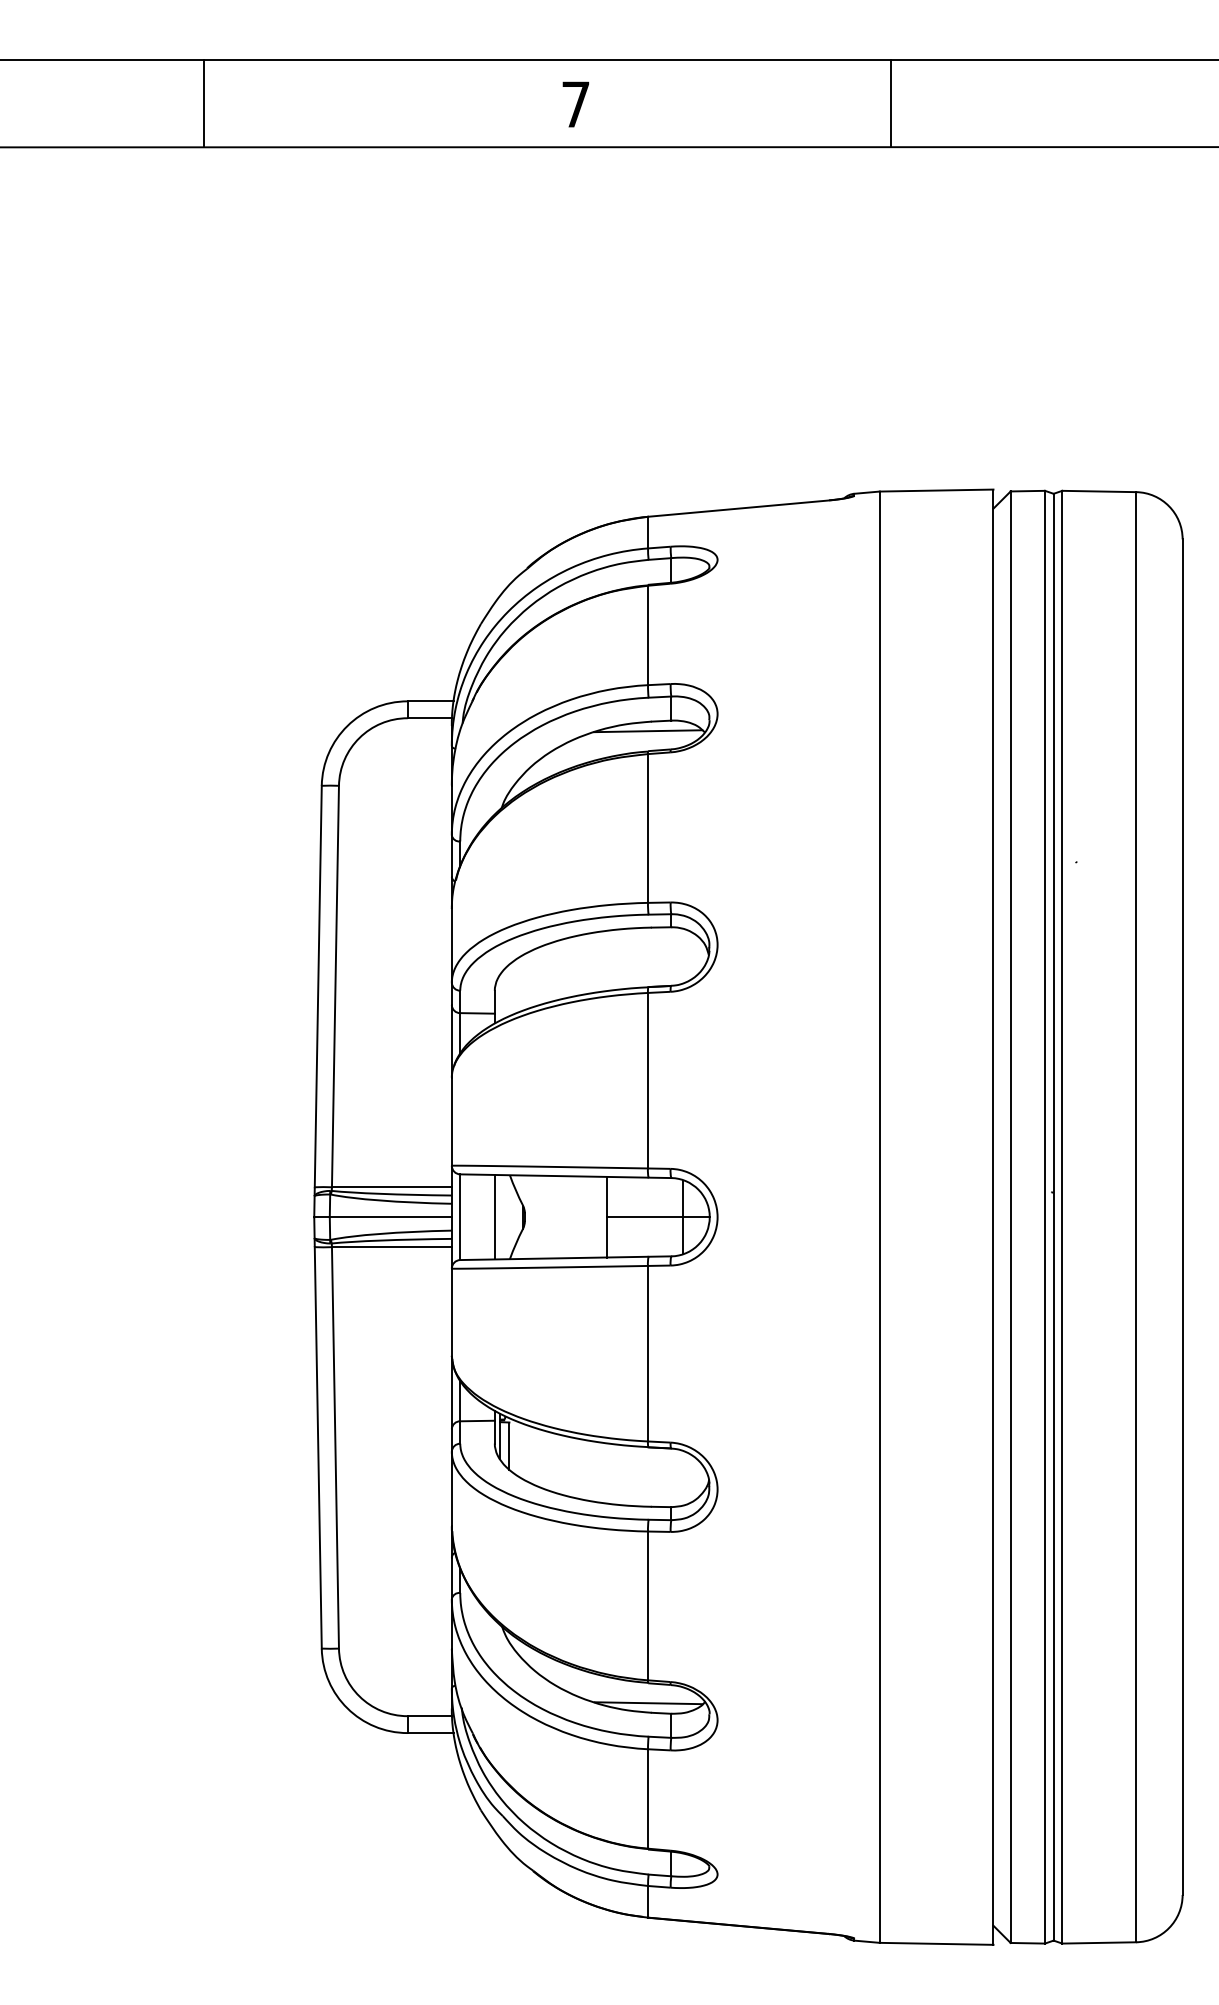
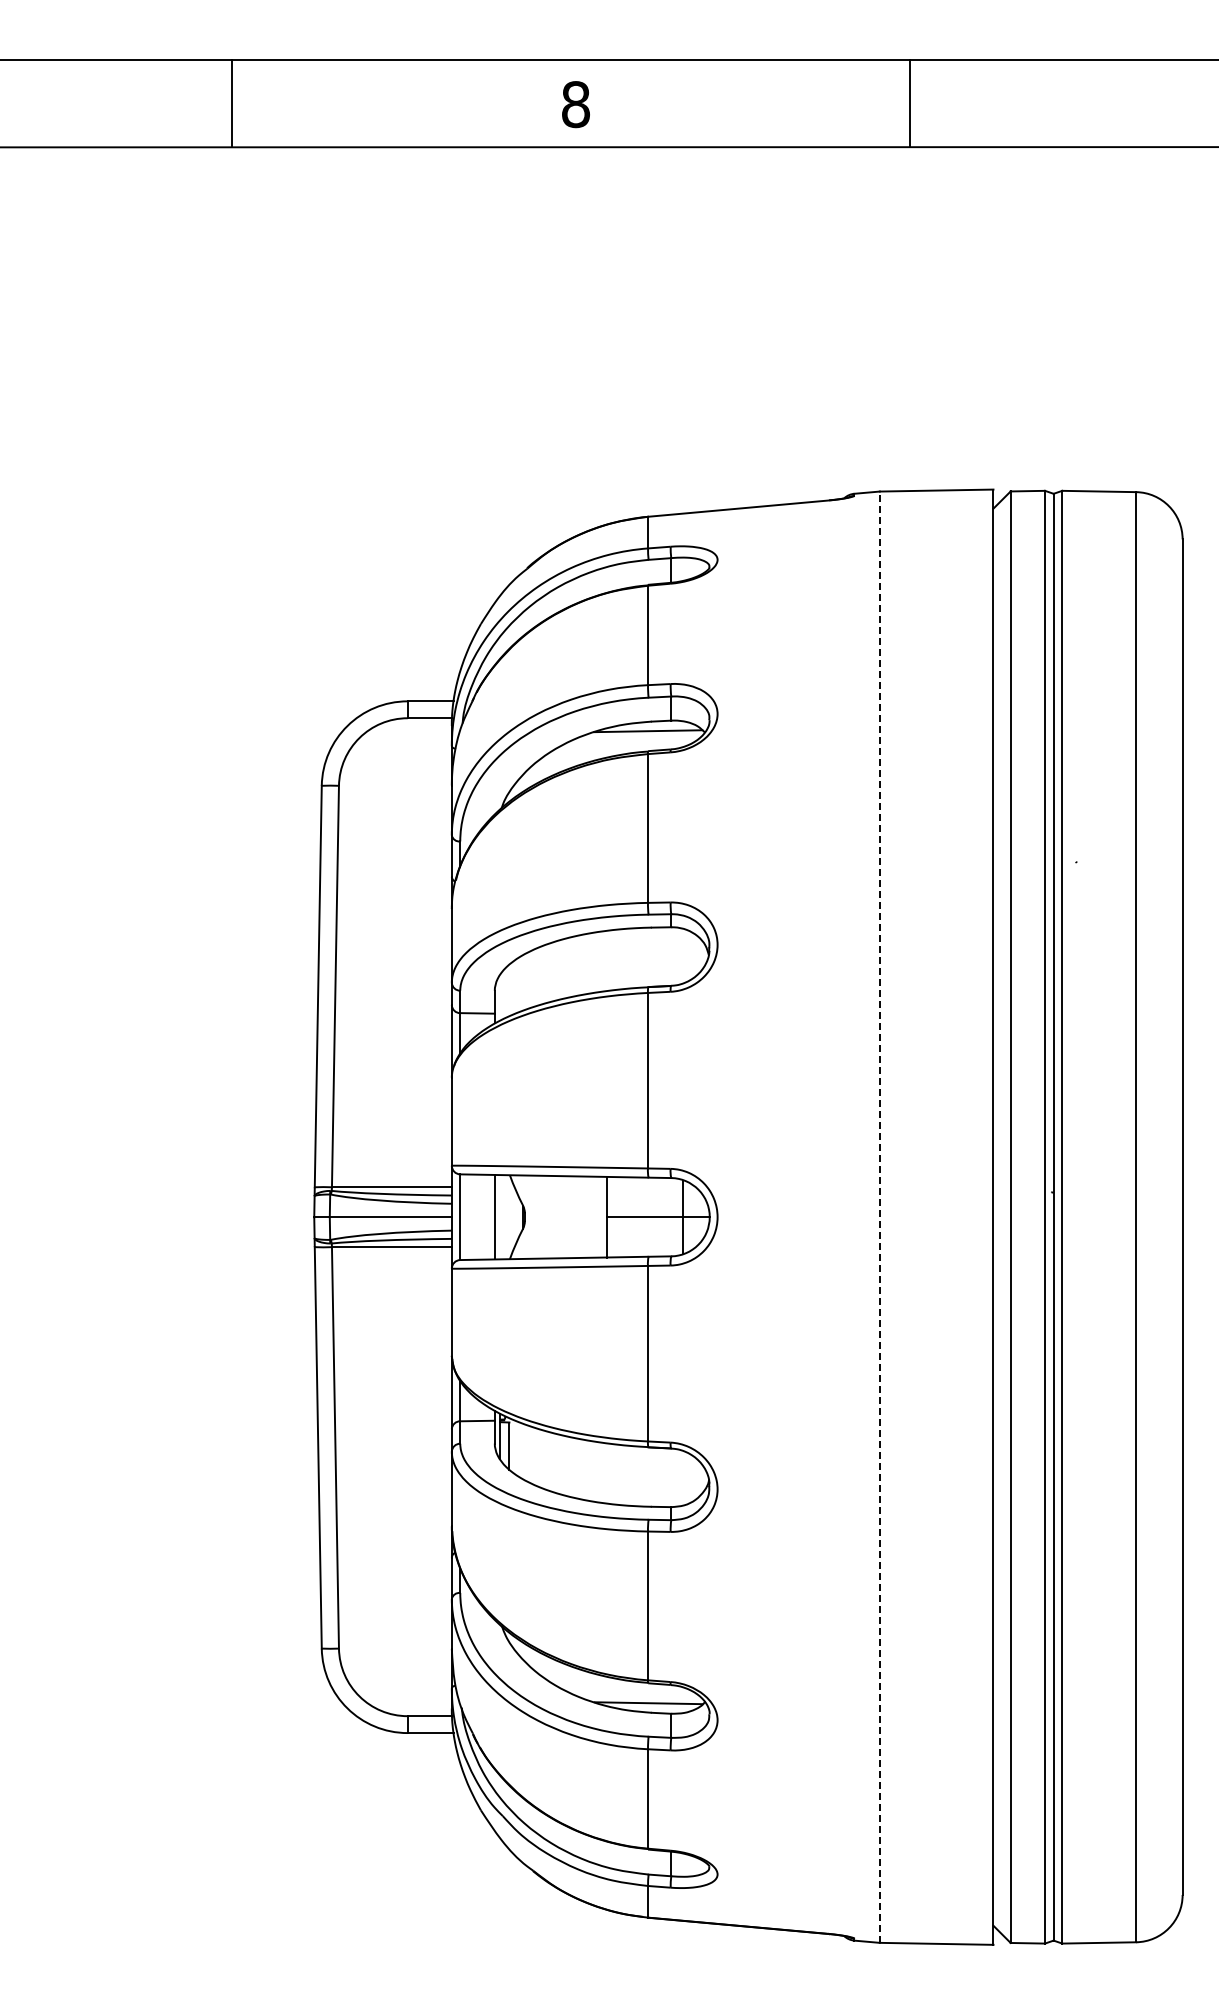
line at (203, 103) position: (203, 103) -> (231, 103)
line at (891, 103) position: (891, 103) -> (910, 103)
text at (575, 104): 7 -> 8
line at (879, 1217): solid -> dashed
